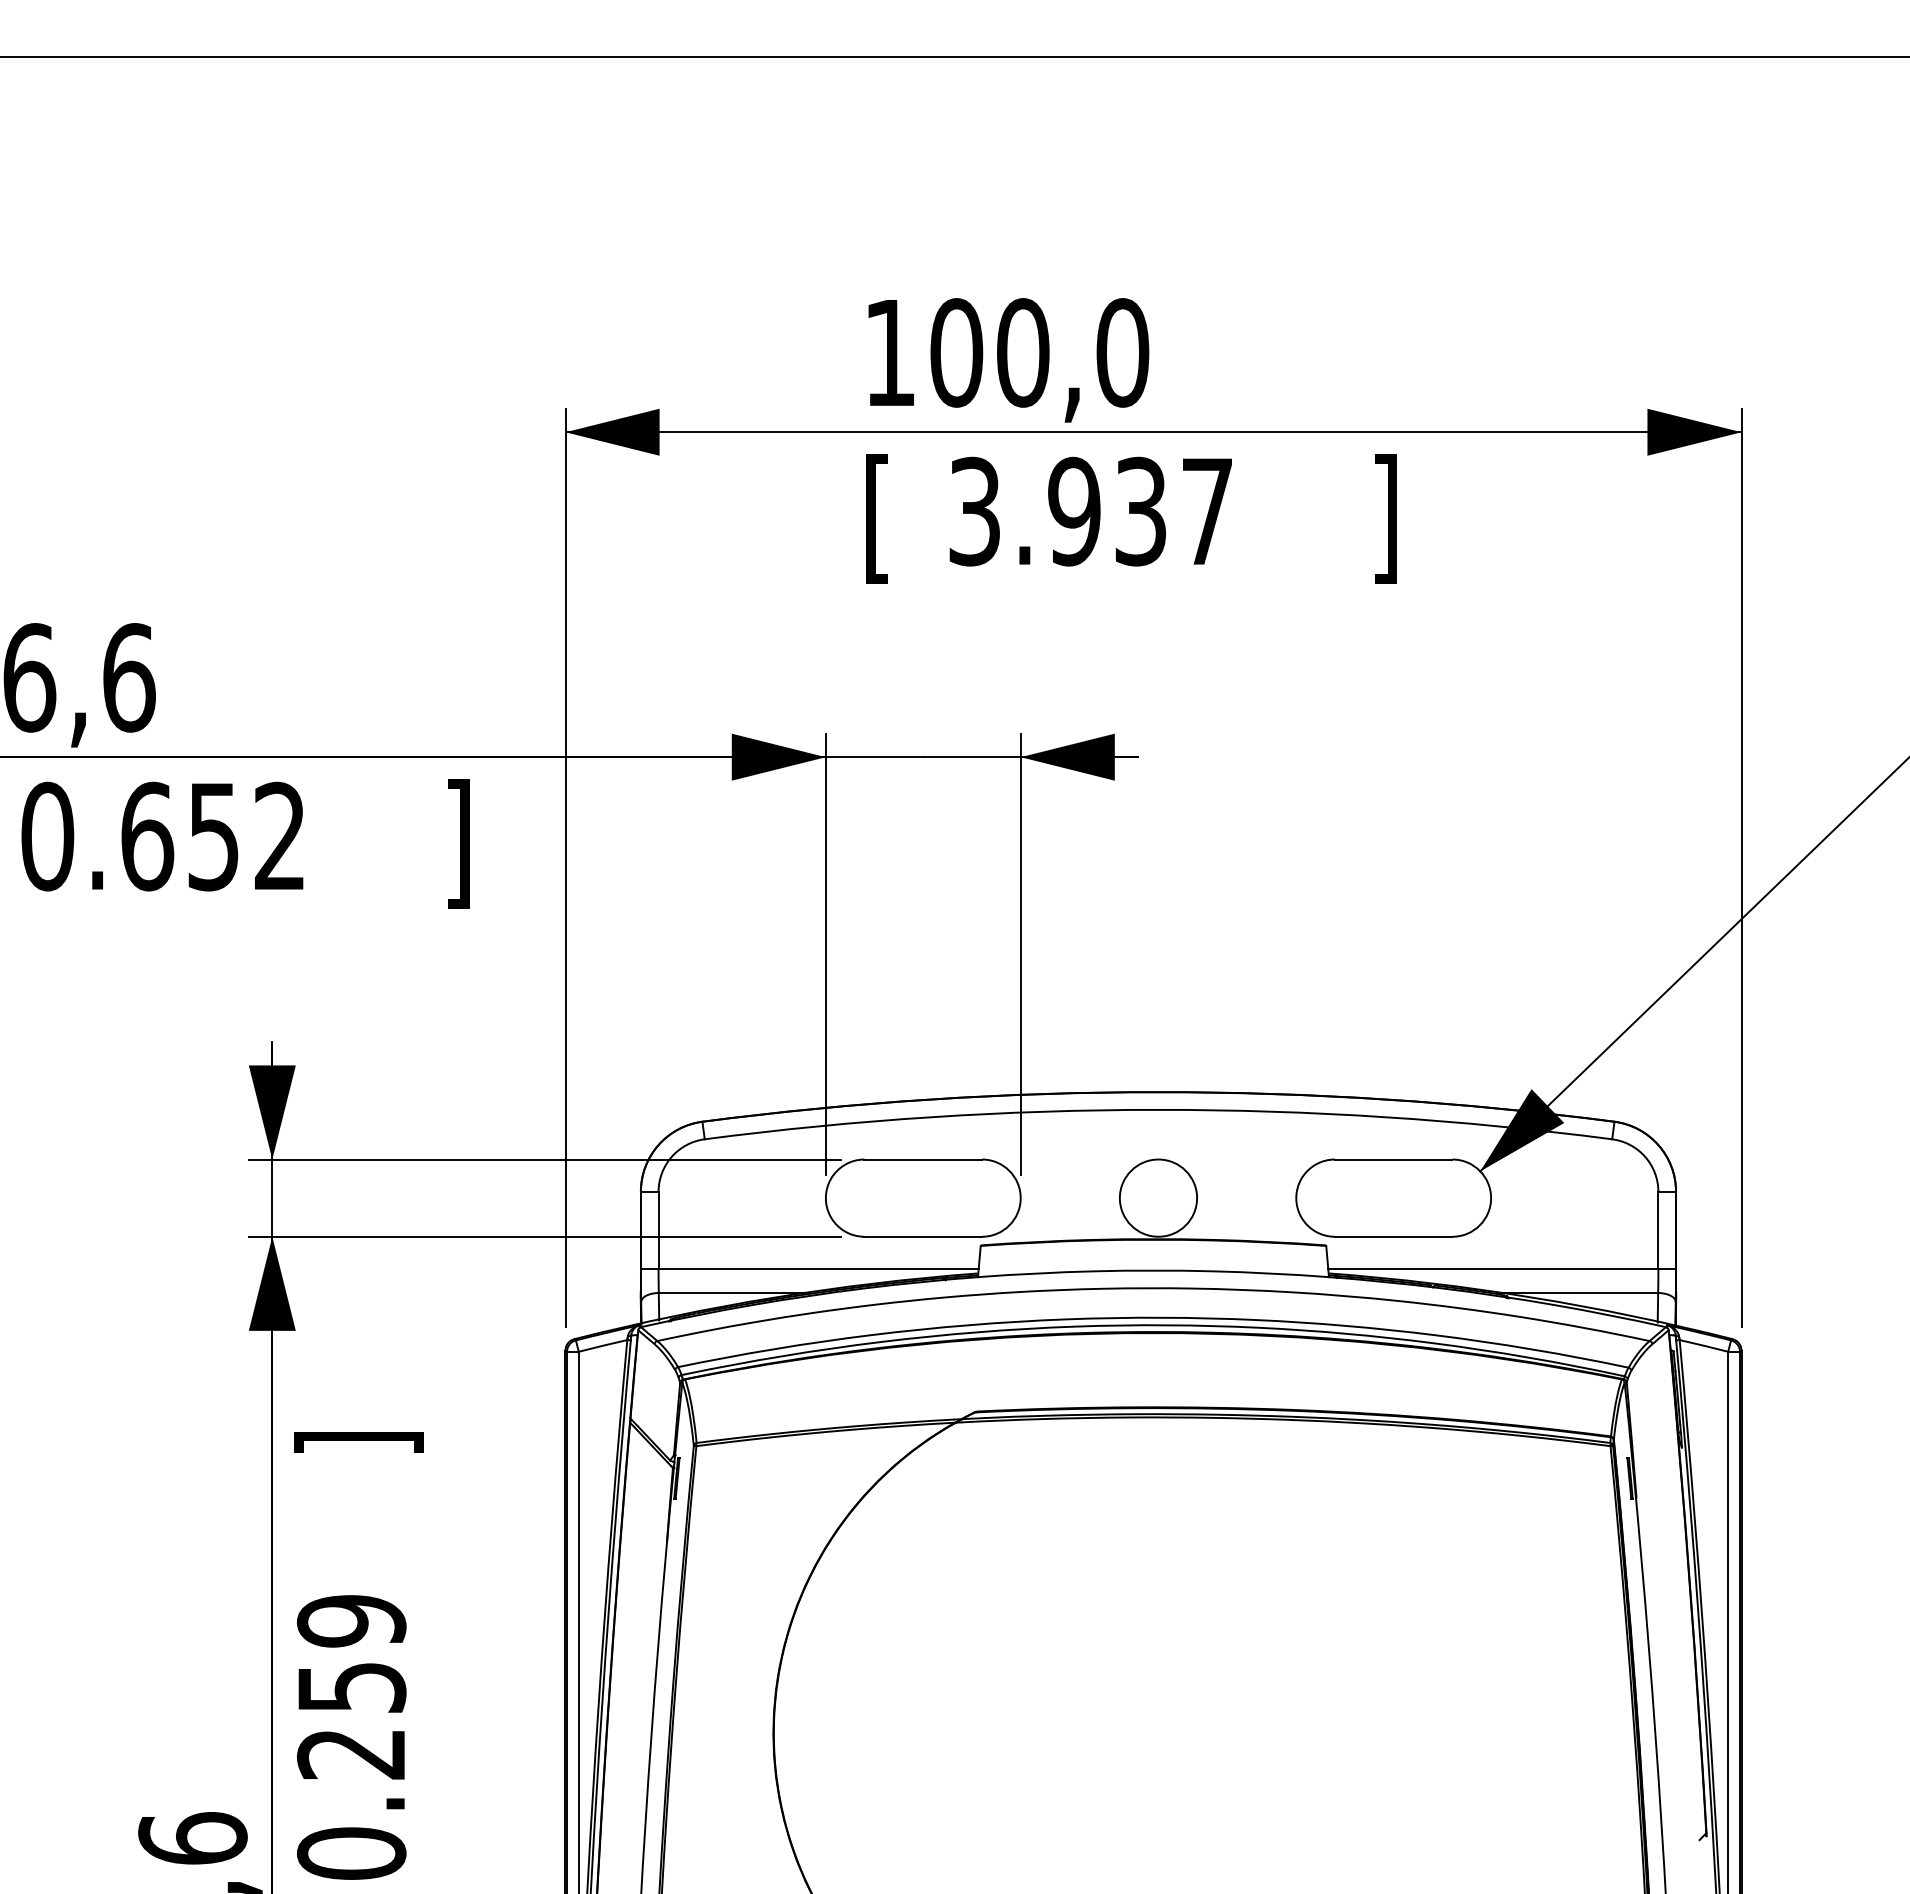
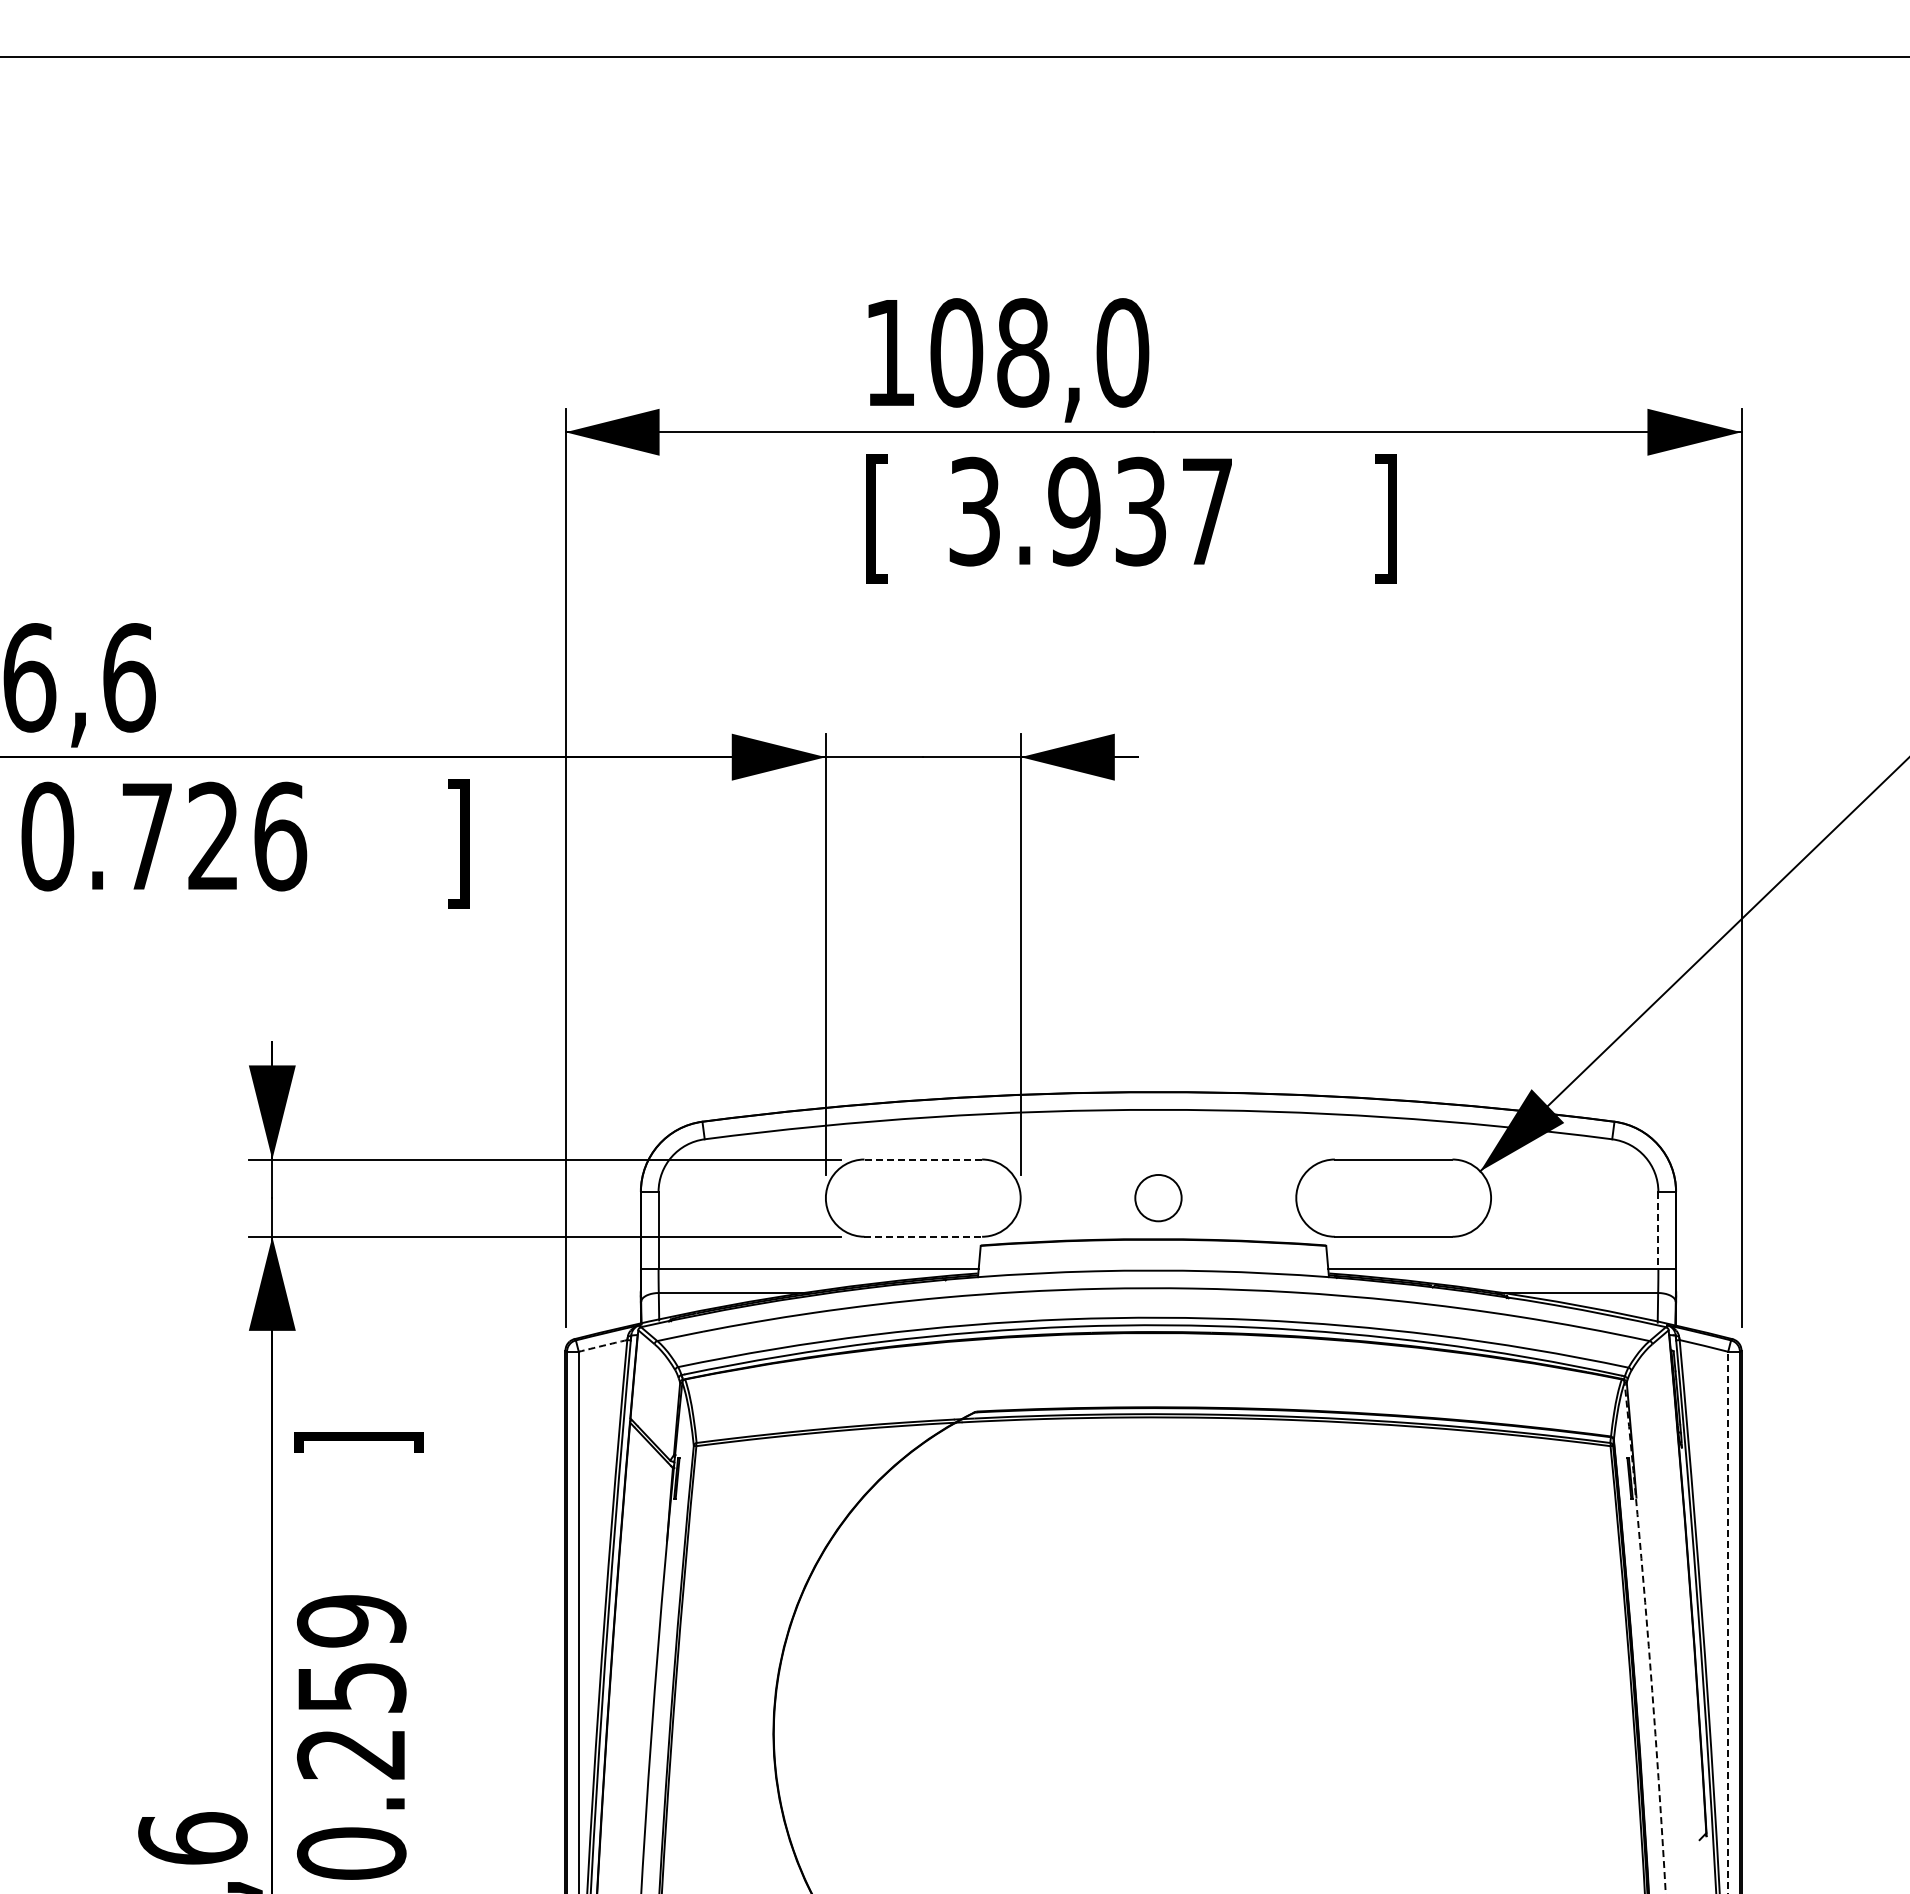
text at (1023, 352): 100,0 -> 108,0
text at (214, 836): 0.652 -> 0.726
line at (923, 1159): solid -> dashed
circle at (1158, 1197) diameter: 77 px -> 46 px
line at (1658, 1230): solid -> dashed
line at (923, 1236): solid -> dashed
arc at (603, 1345): solid -> dashed
line at (1728, 1622): solid -> dashed
arc at (1648, 1637): solid -> dashed
